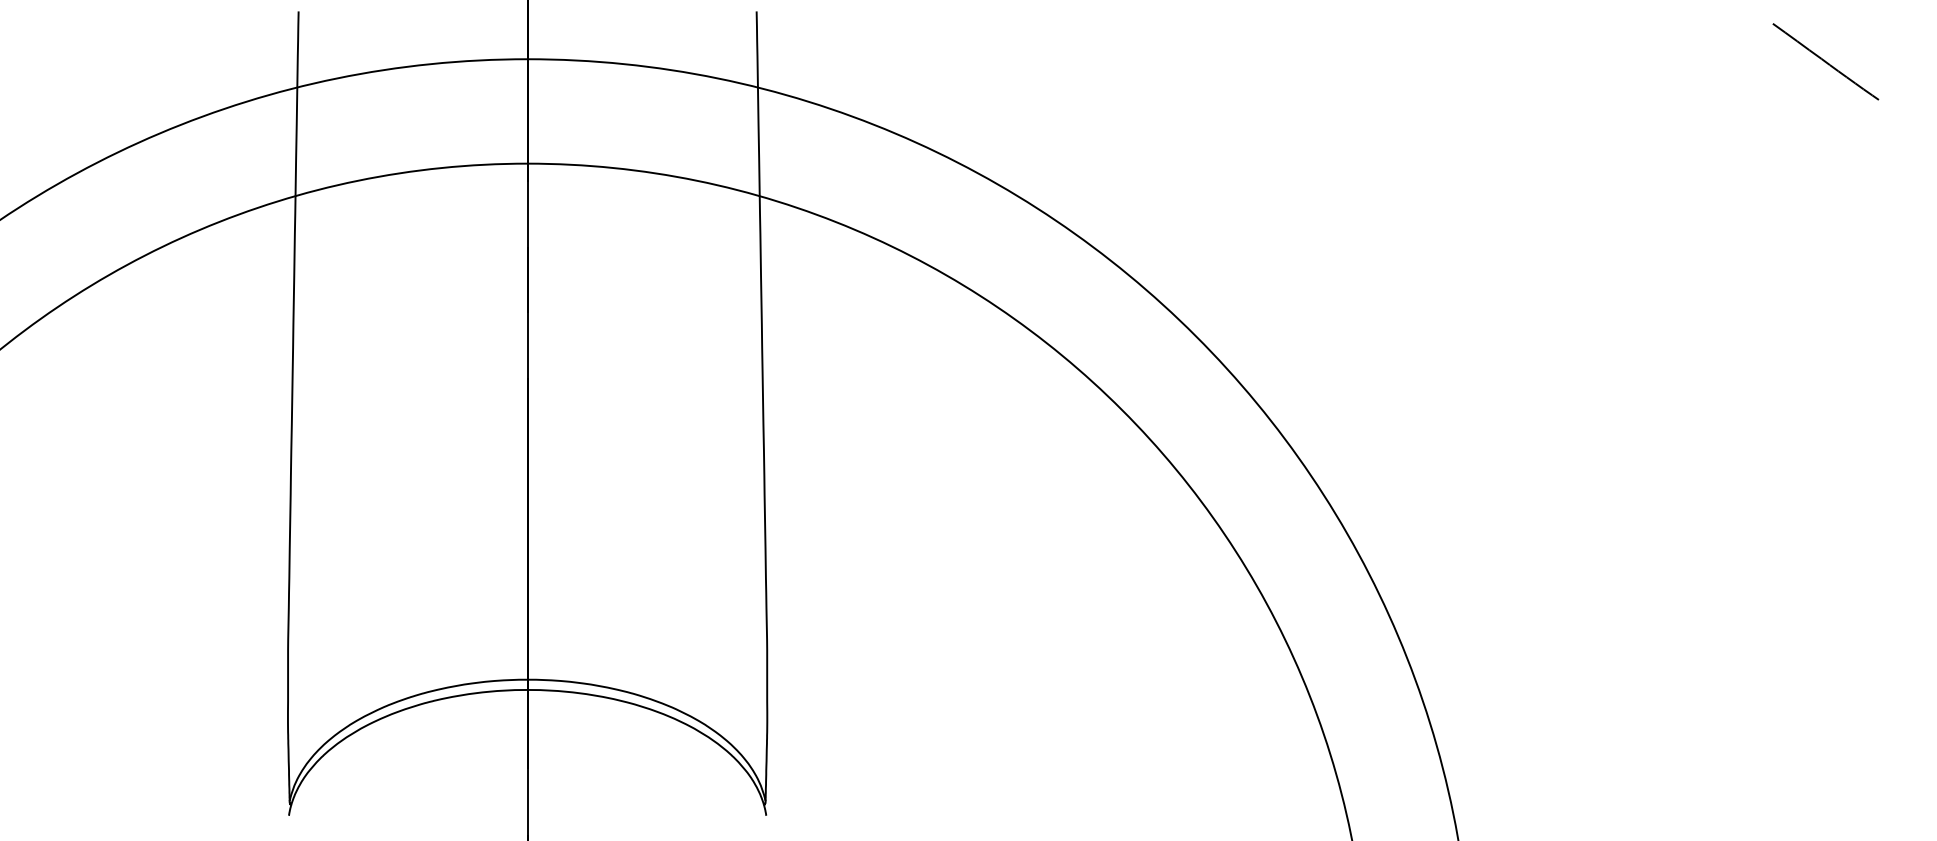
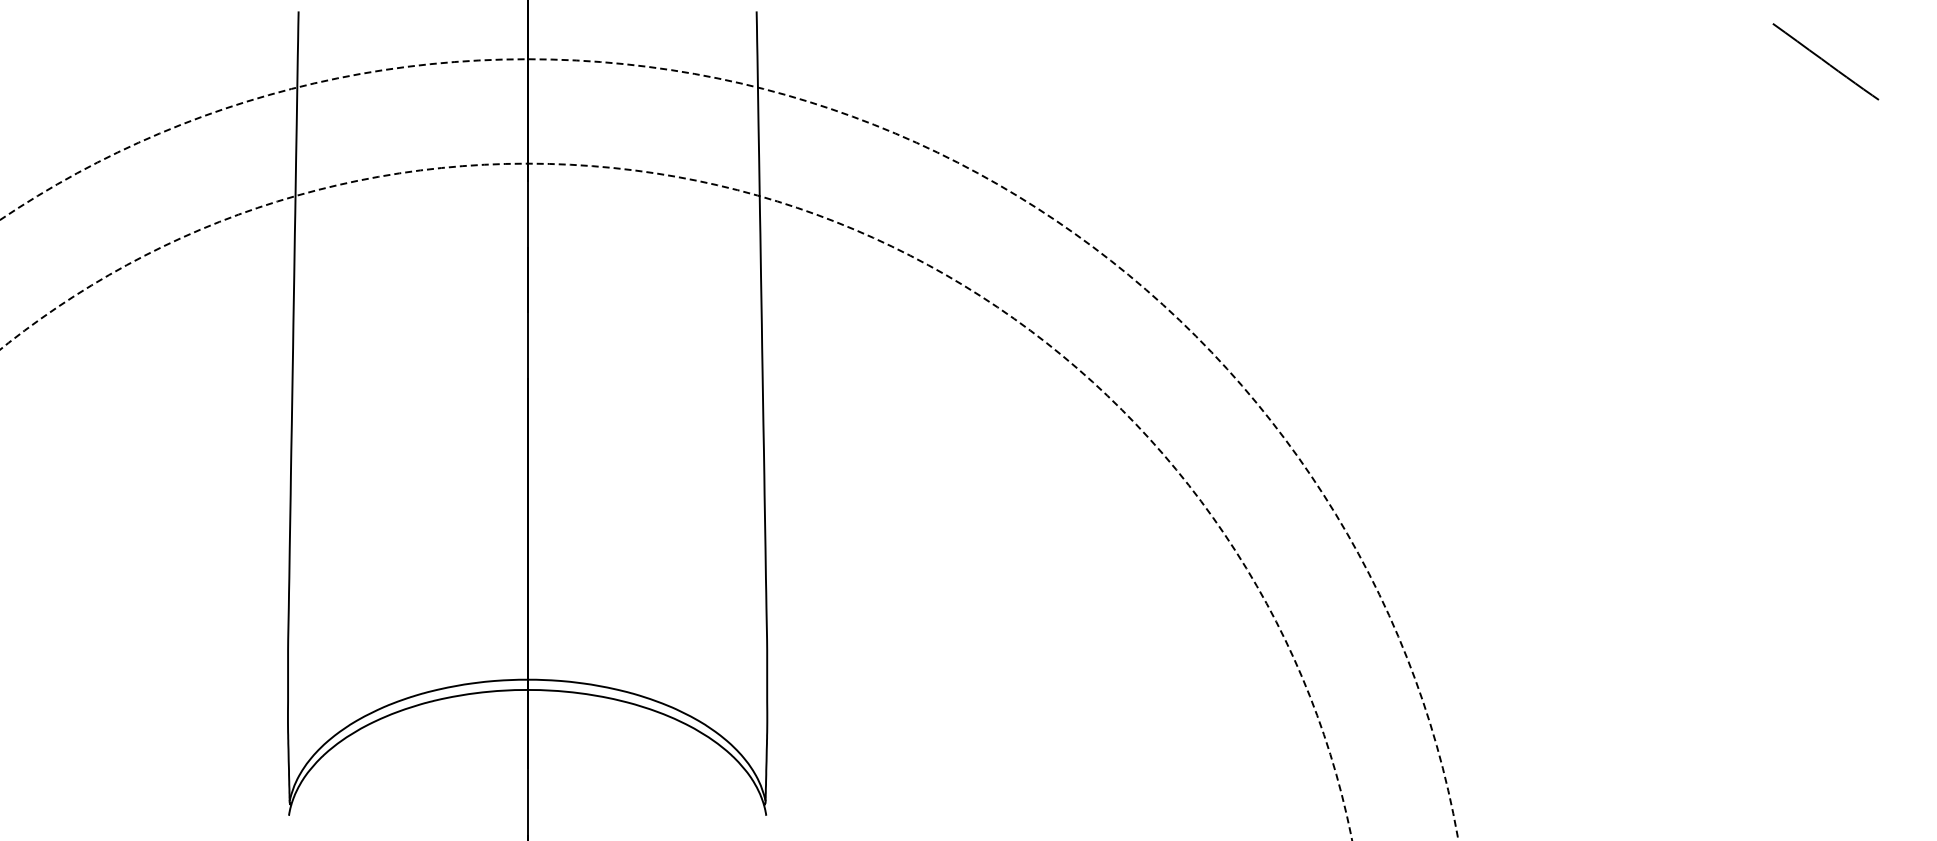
circle at (729, 449): solid -> dashed
circle at (676, 501): solid -> dashed
